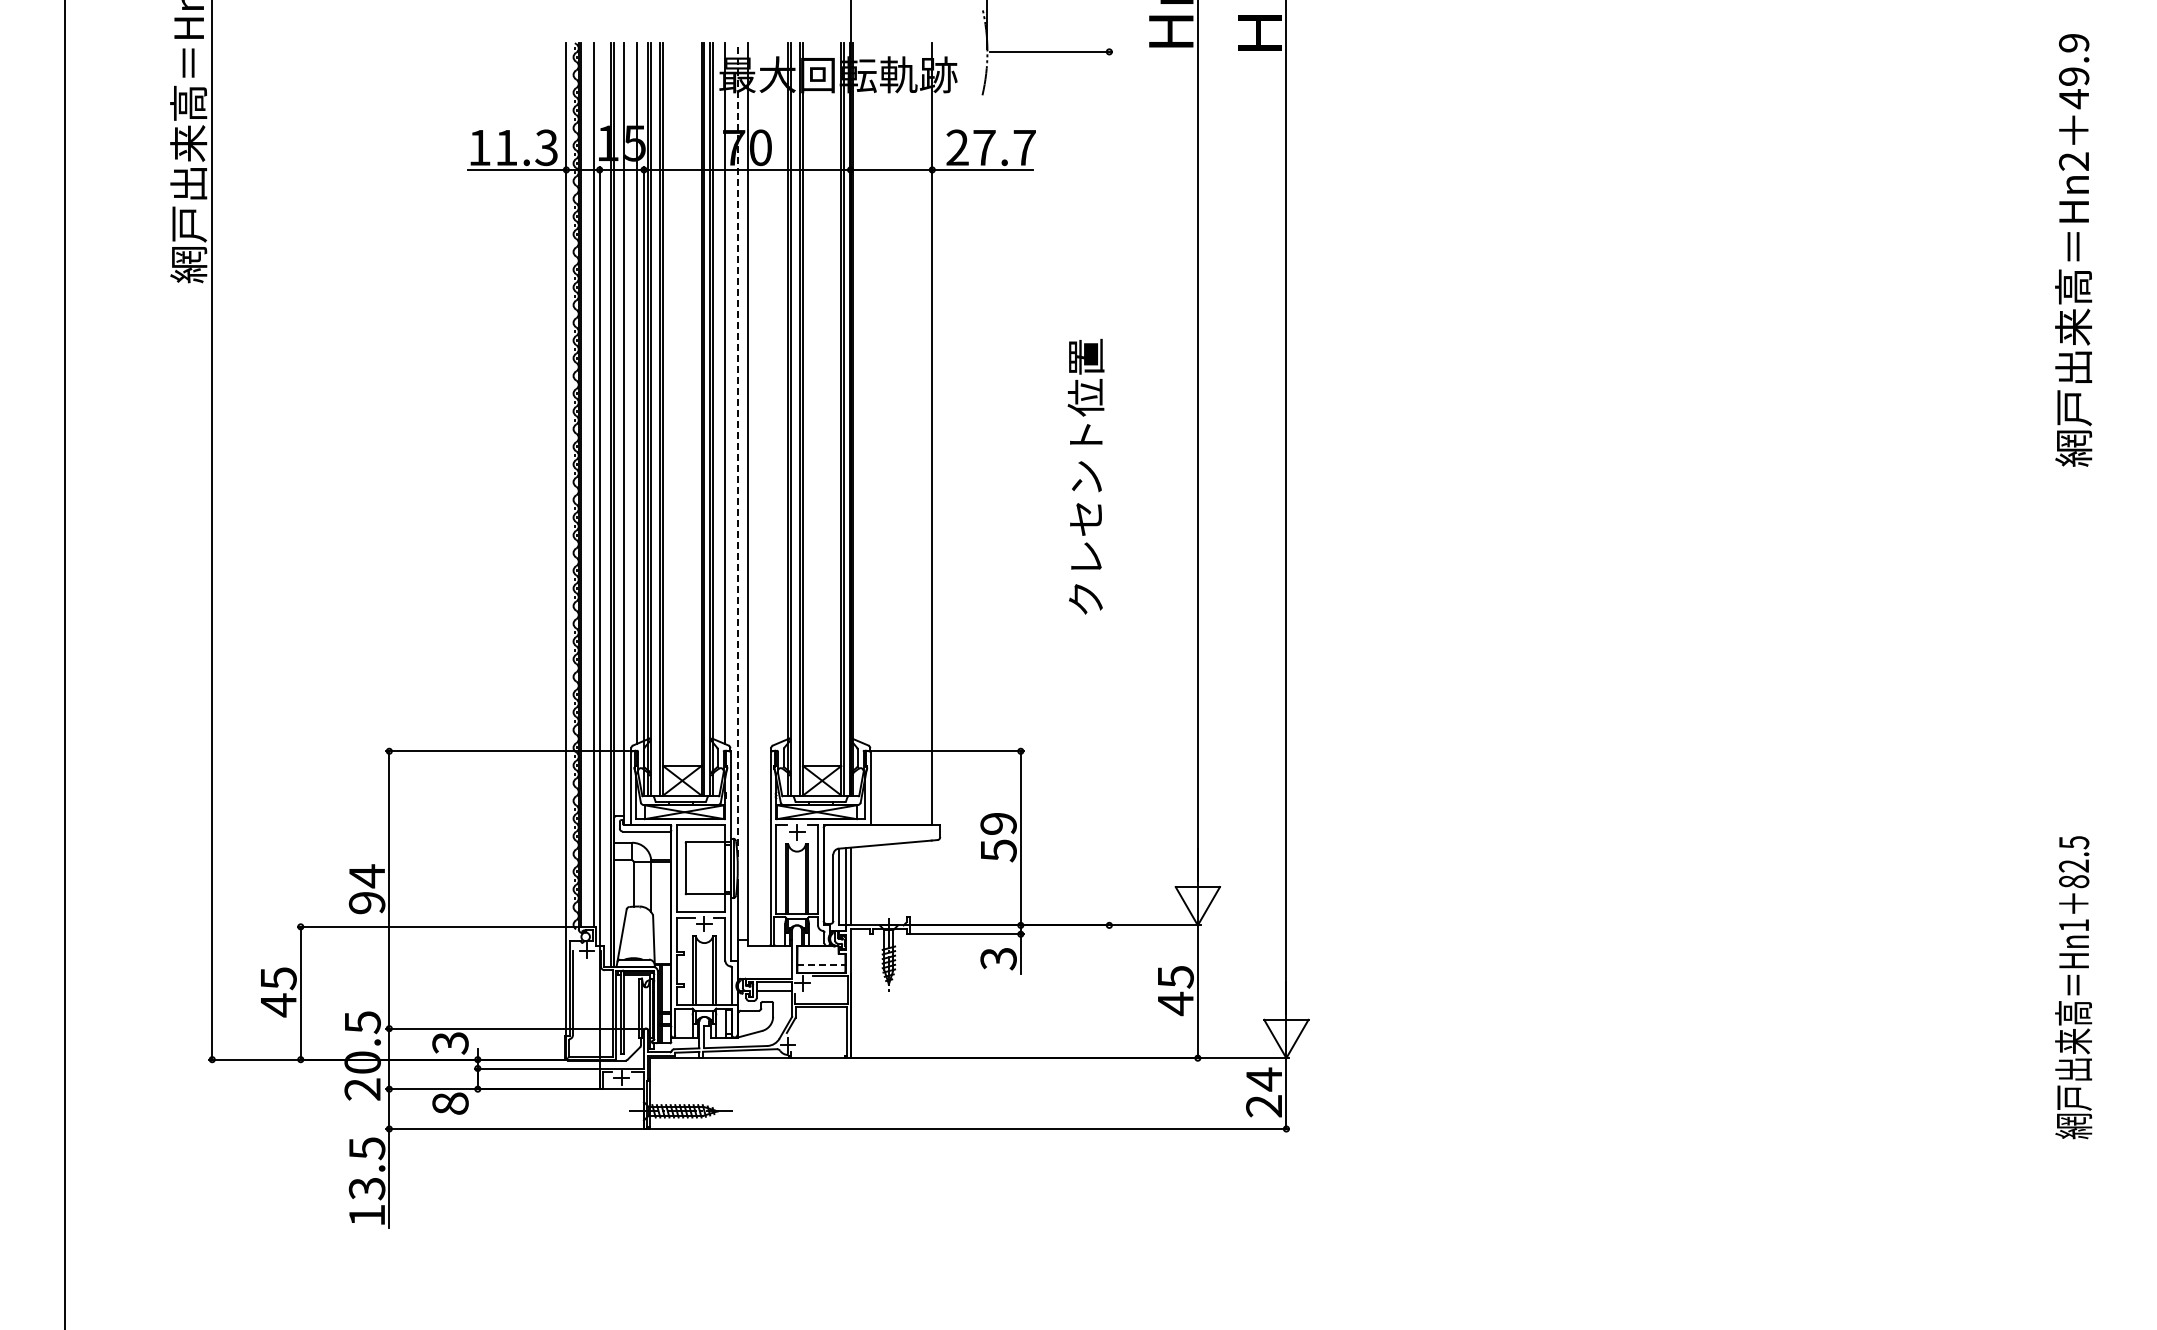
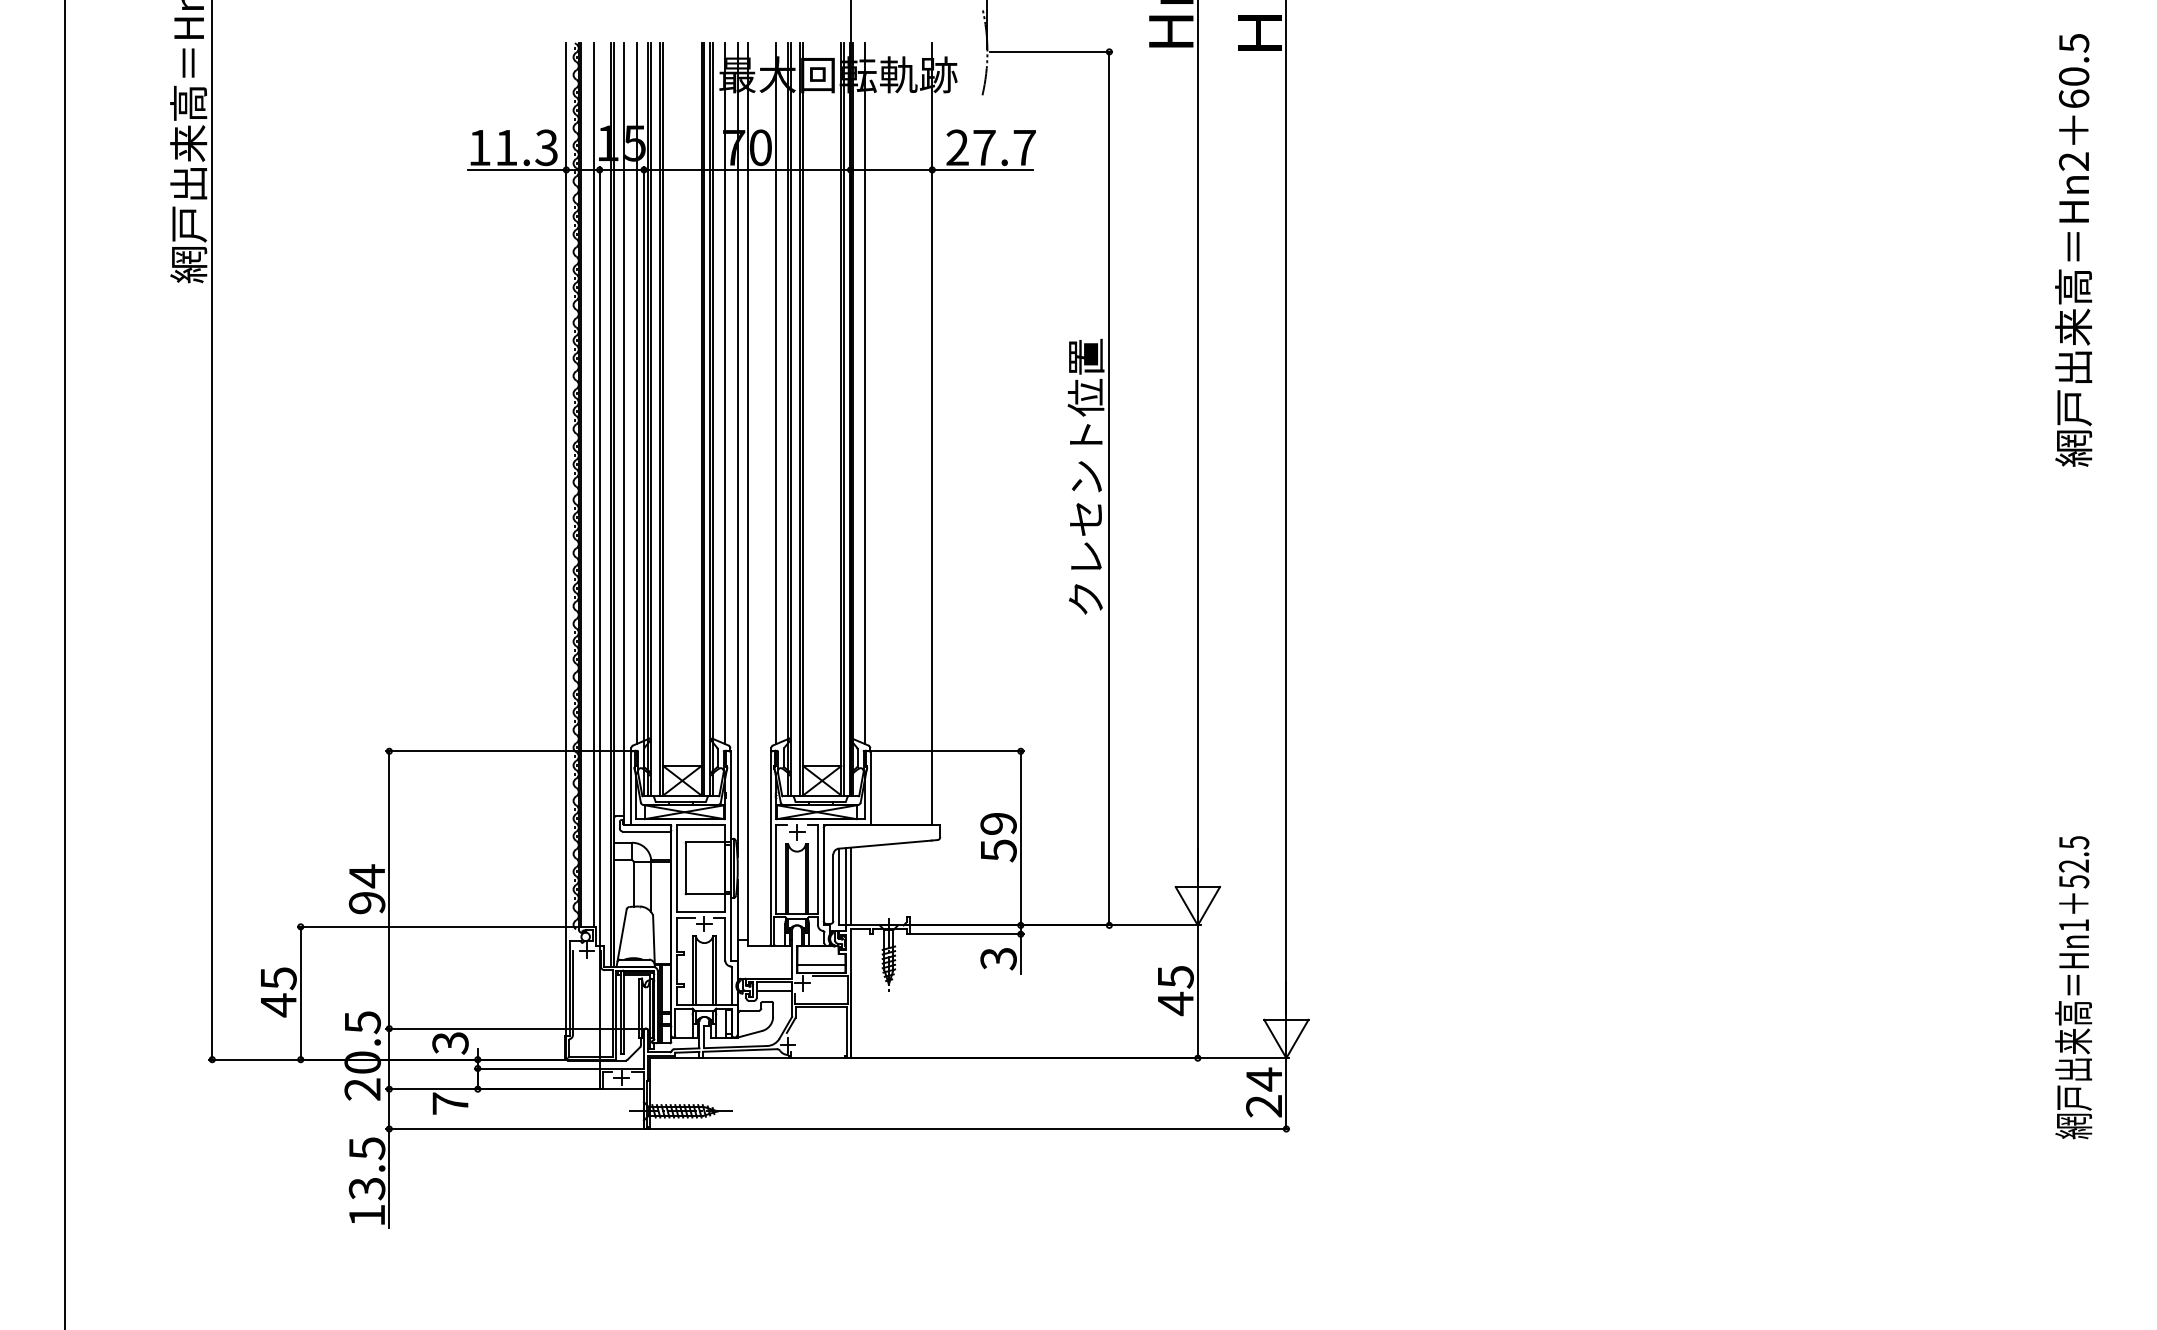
text at (2073, 71): 49.9 -> 60.5
line at (776, 393): none -> present
line at (865, 393): none -> present
line at (737, 450): dashed -> solid
line at (1109, 488): none -> present
text at (2074, 881): 82.5 -> 52.5
line at (821, 965): dashed -> solid
text at (450, 1103): 8 -> 7
